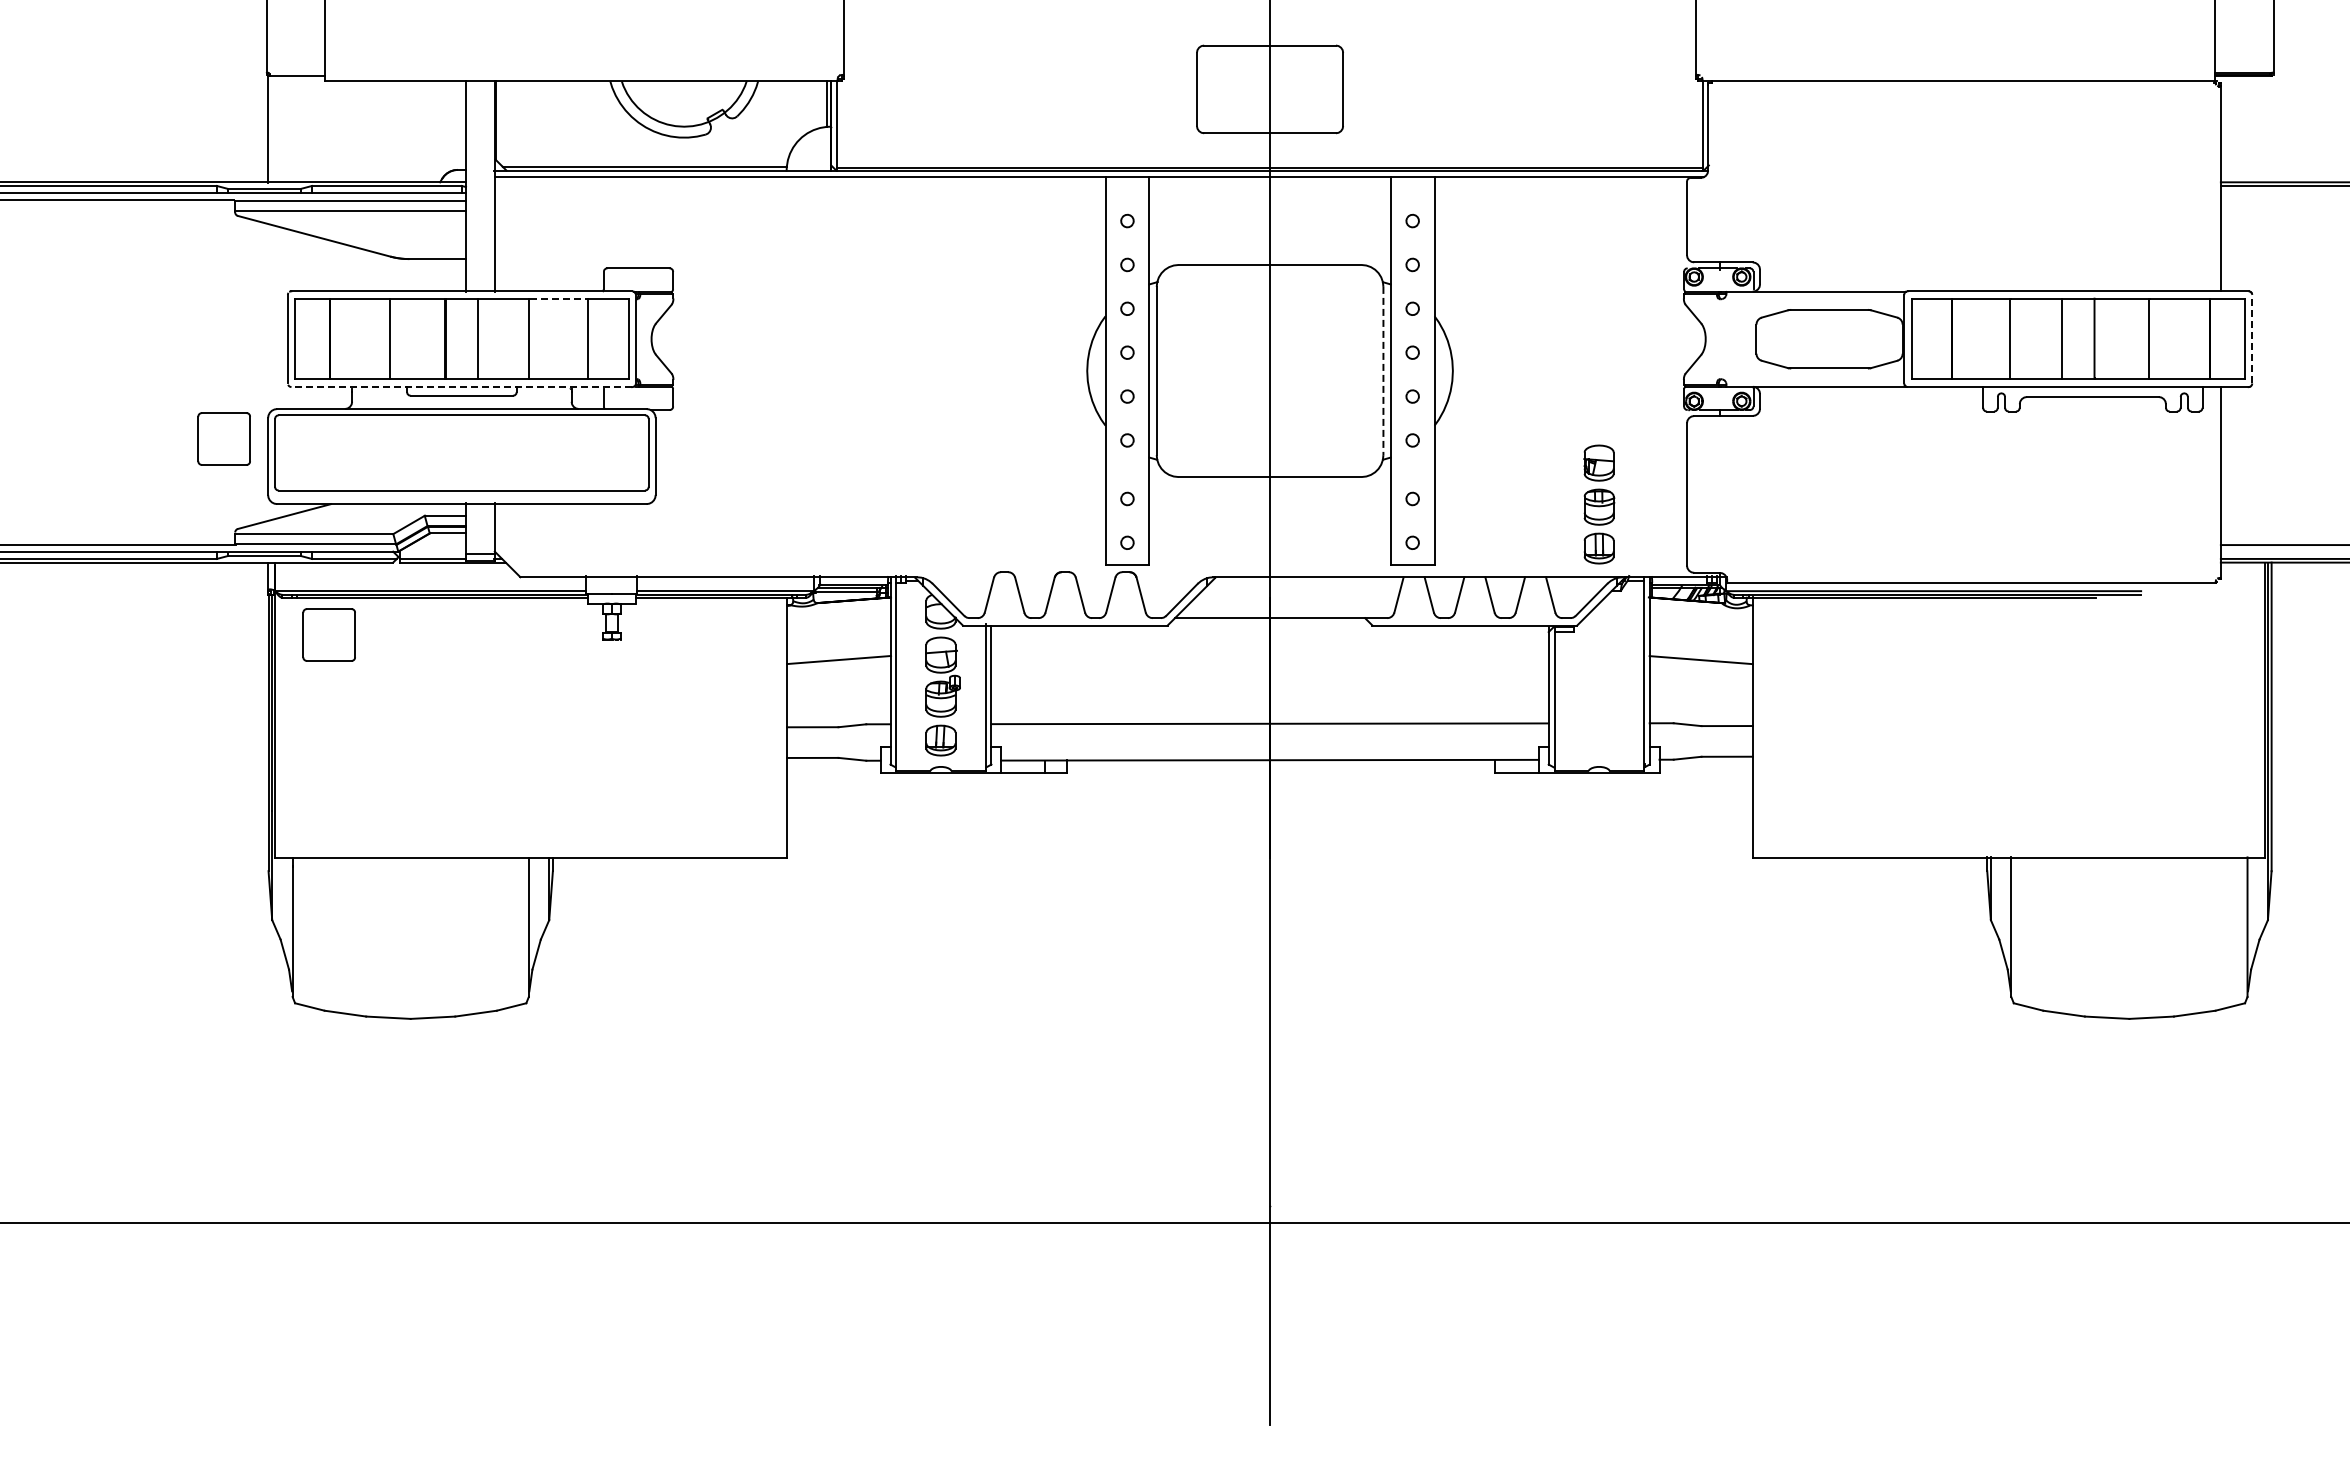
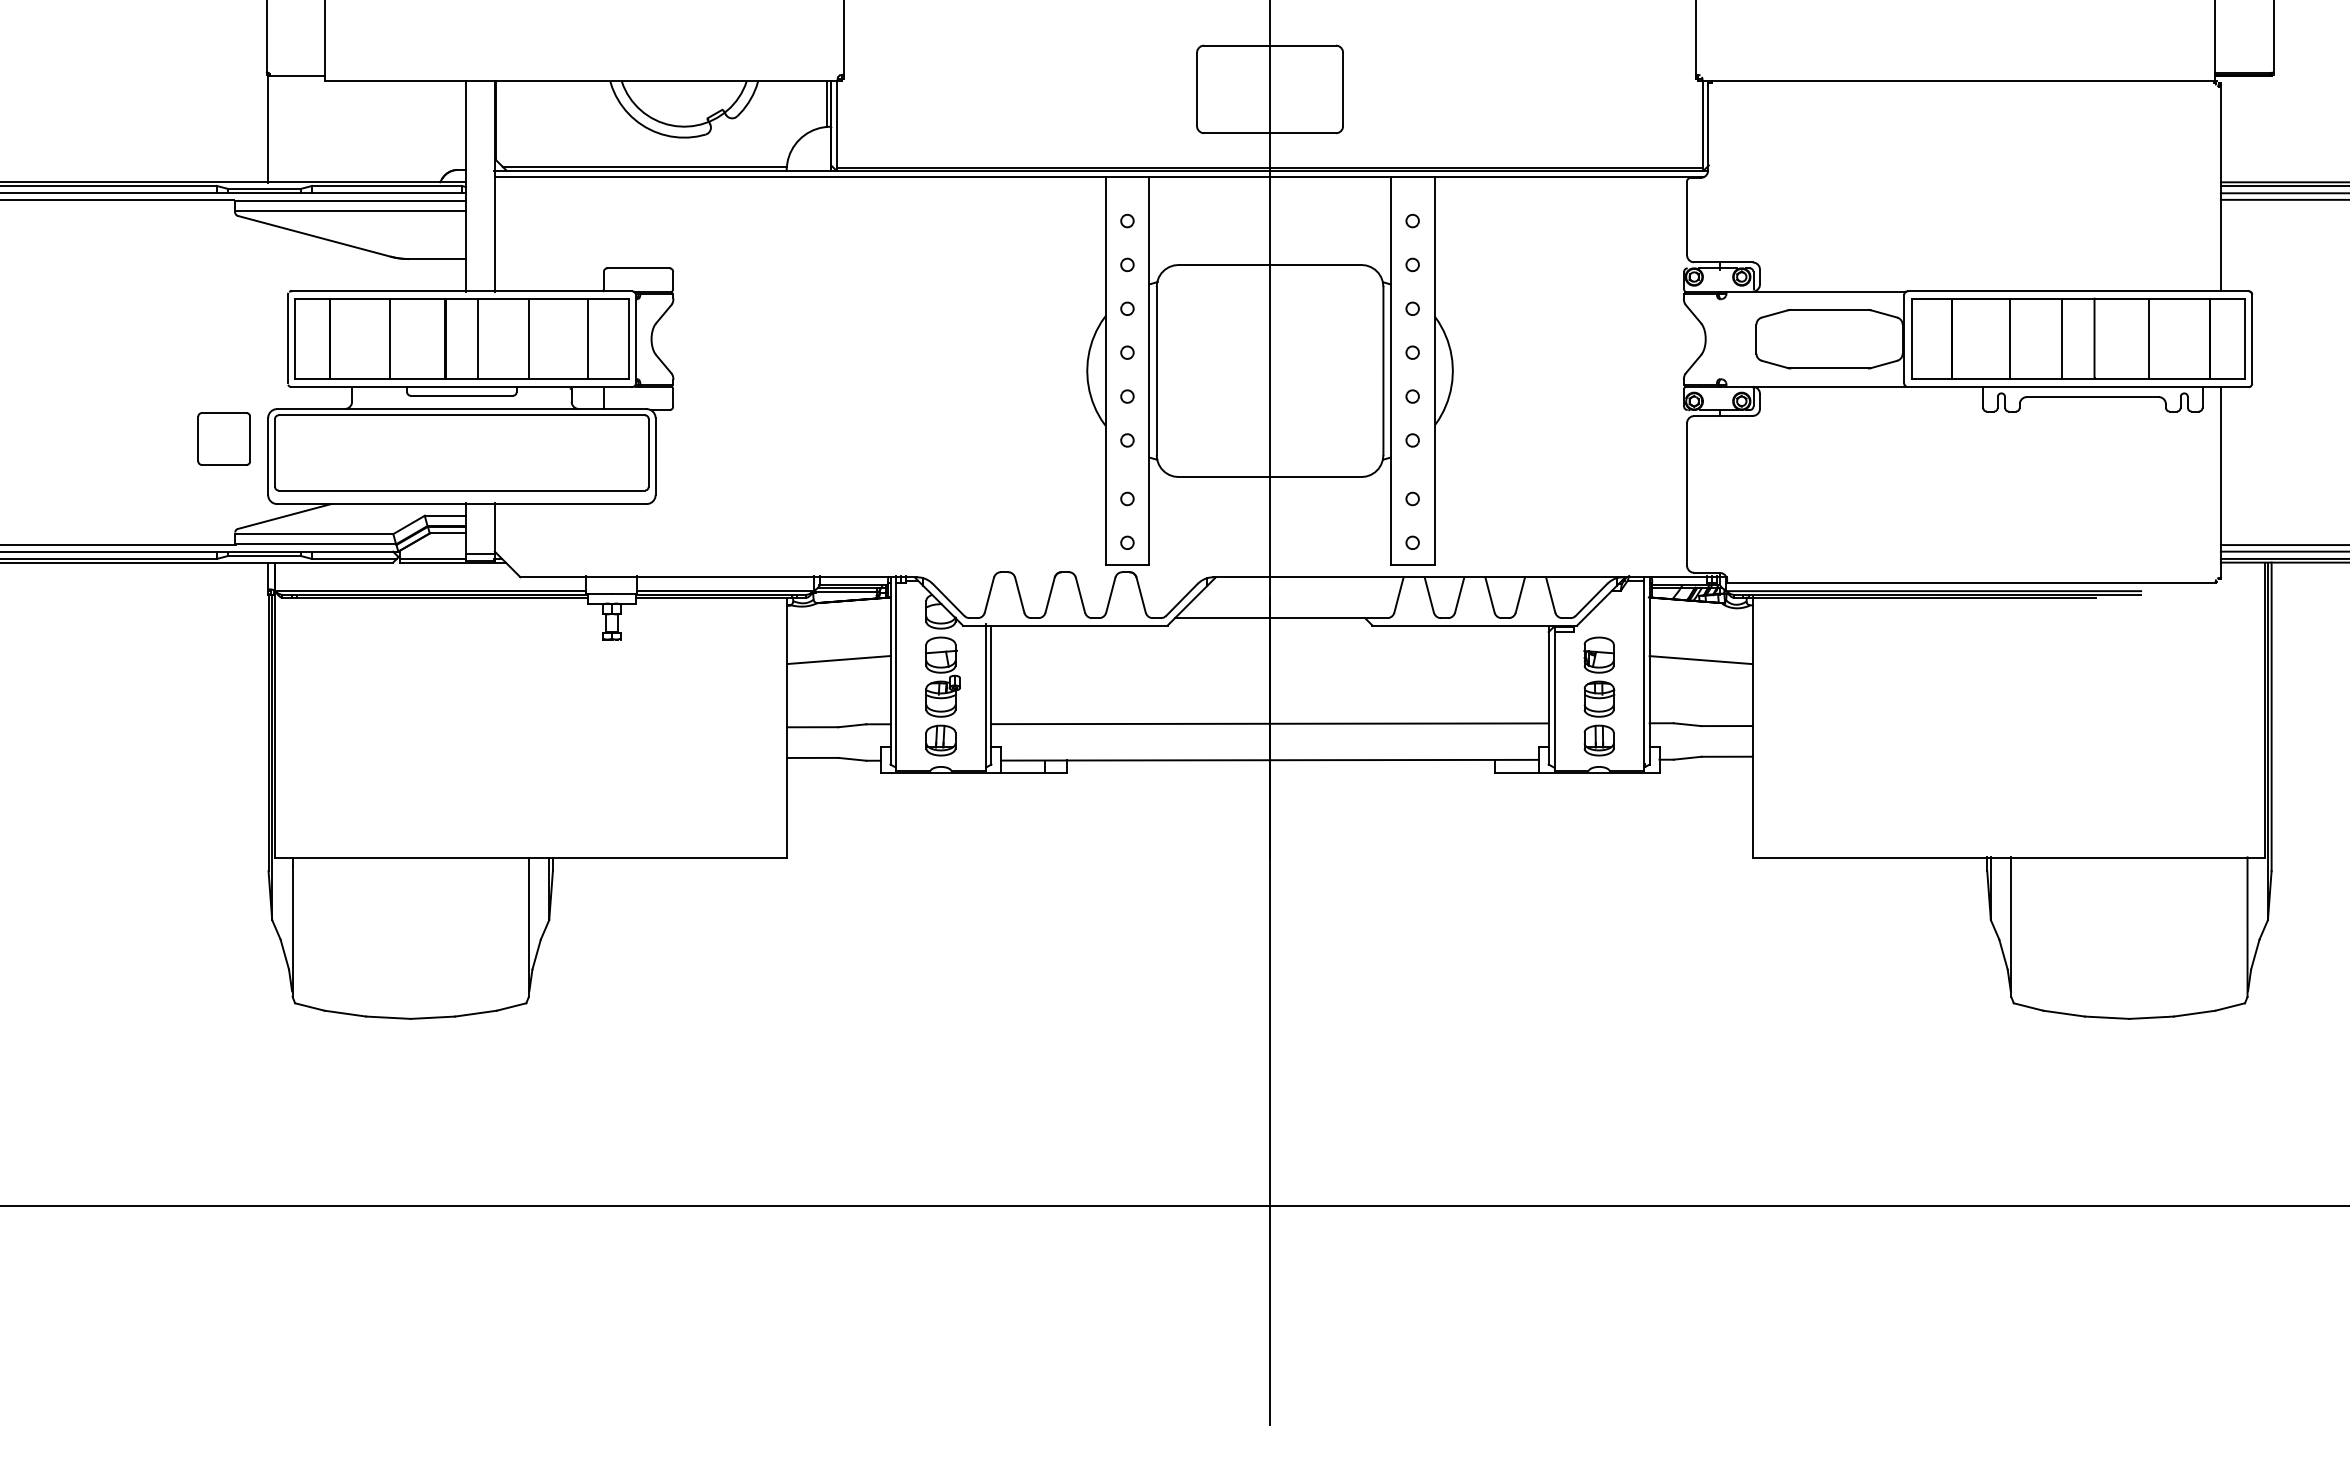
line at (2283, 193): none -> present
line at (2283, 199): none -> present
line at (559, 298): dashed -> solid
line at (2252, 338): dashed -> solid
line at (1383, 371): dashed -> solid
line at (461, 387): dashed -> solid
part at (1599, 504) position: (1599, 504) -> (1599, 696)
line at (2283, 551): none -> present
part at (328, 634): present -> none
line at (1174, 1222) position: (1174, 1222) -> (1174, 1205)
